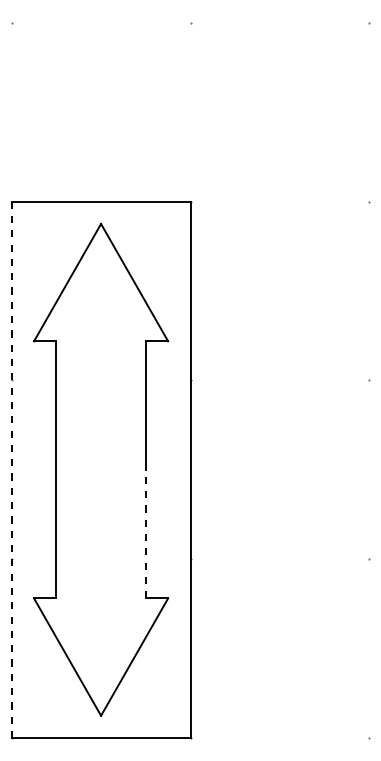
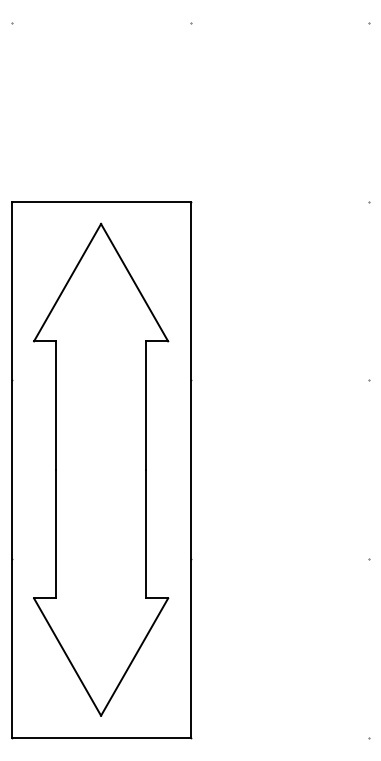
line at (11, 469): dashed -> solid
line at (145, 533): dashed -> solid
